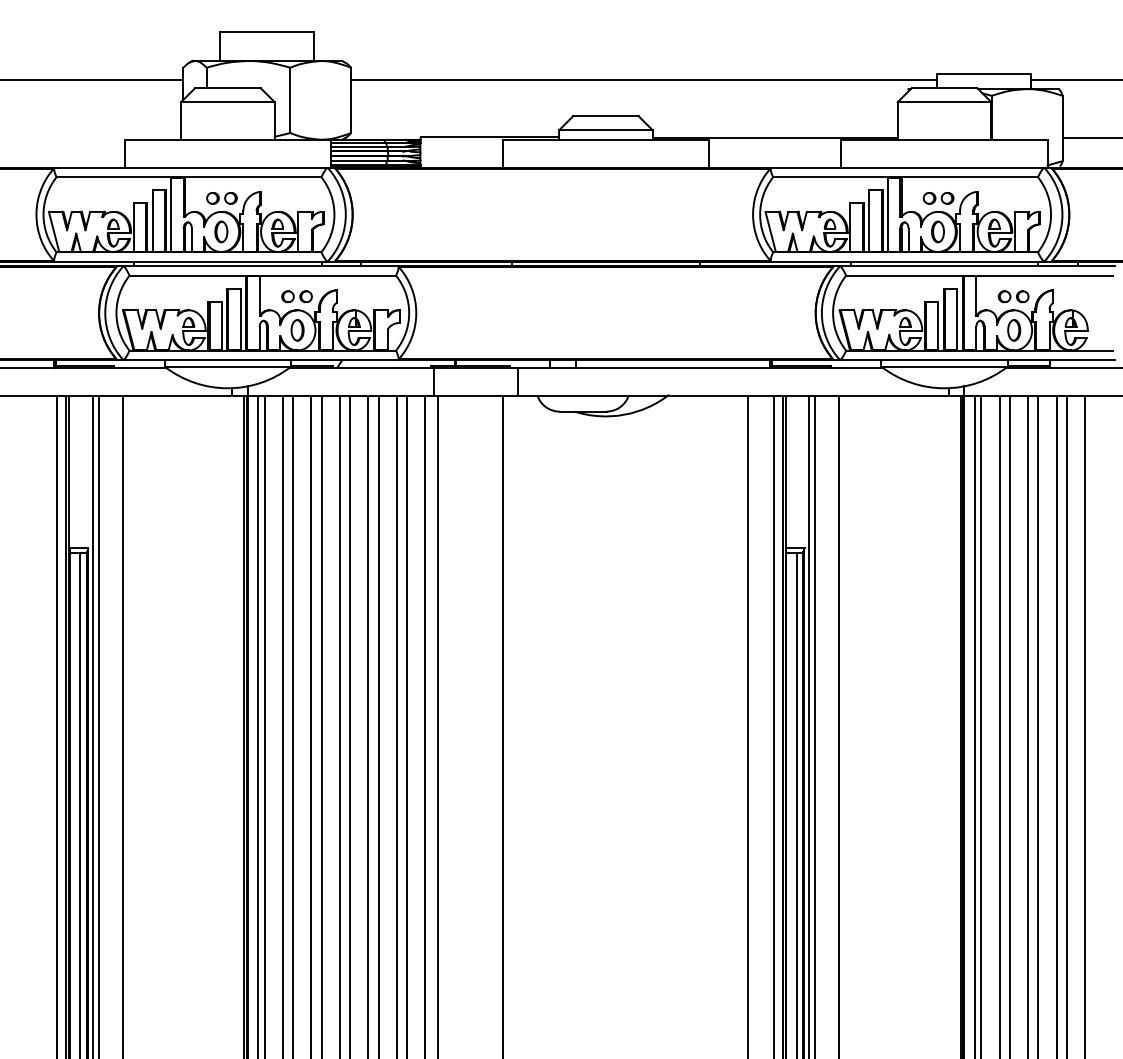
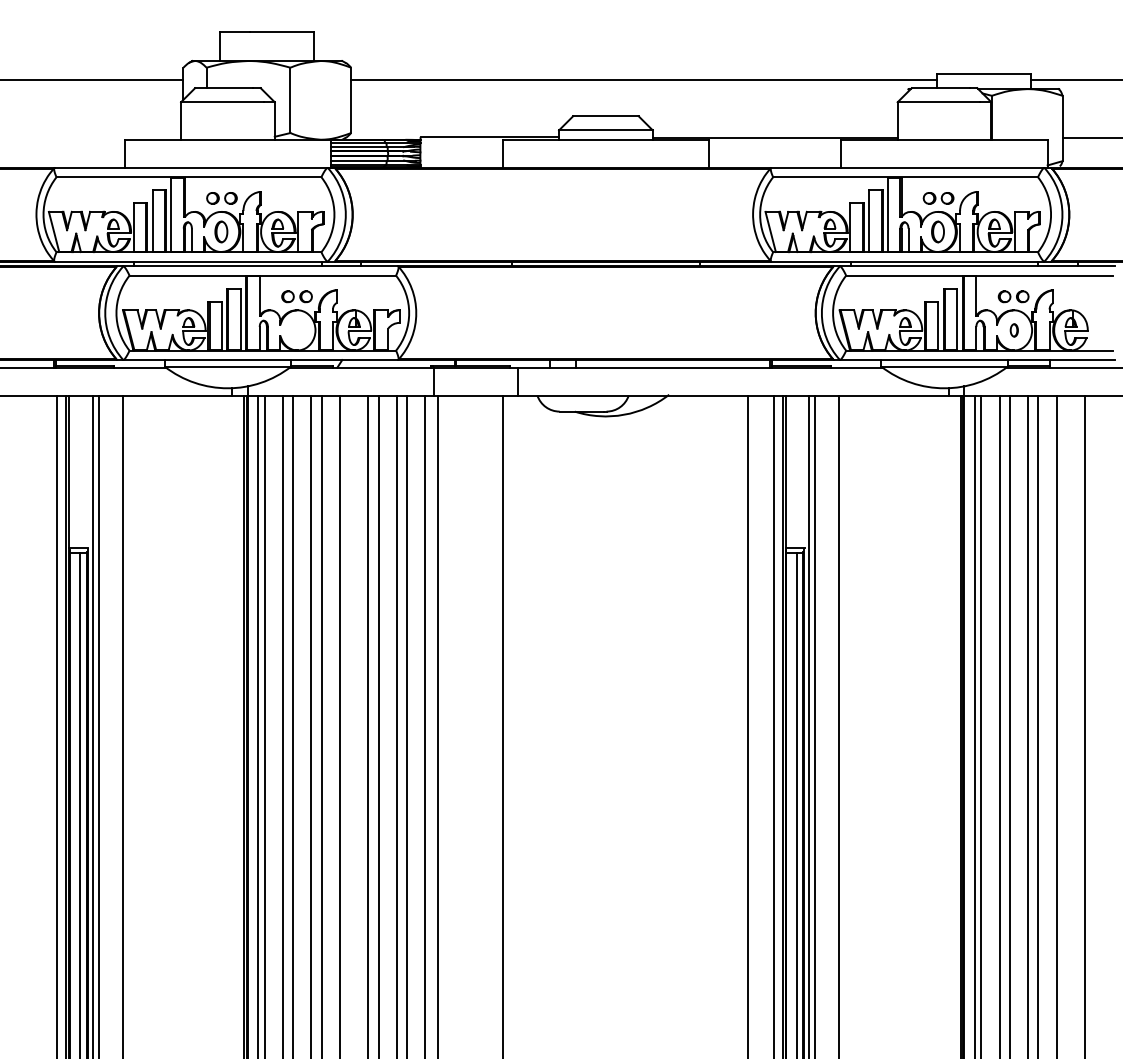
part at (297, 330): present -> none
part at (1014, 330) size: 15x23 px -> 10x15 px
line at (350, 725): present -> none
line at (1066, 725): present -> none
